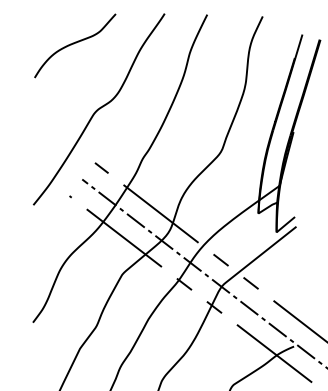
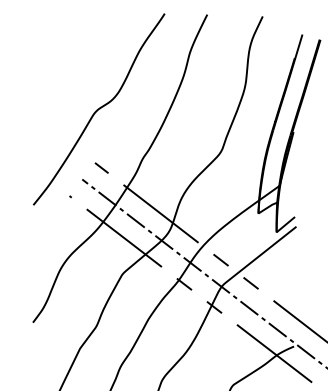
curve at (75, 43): present -> none
